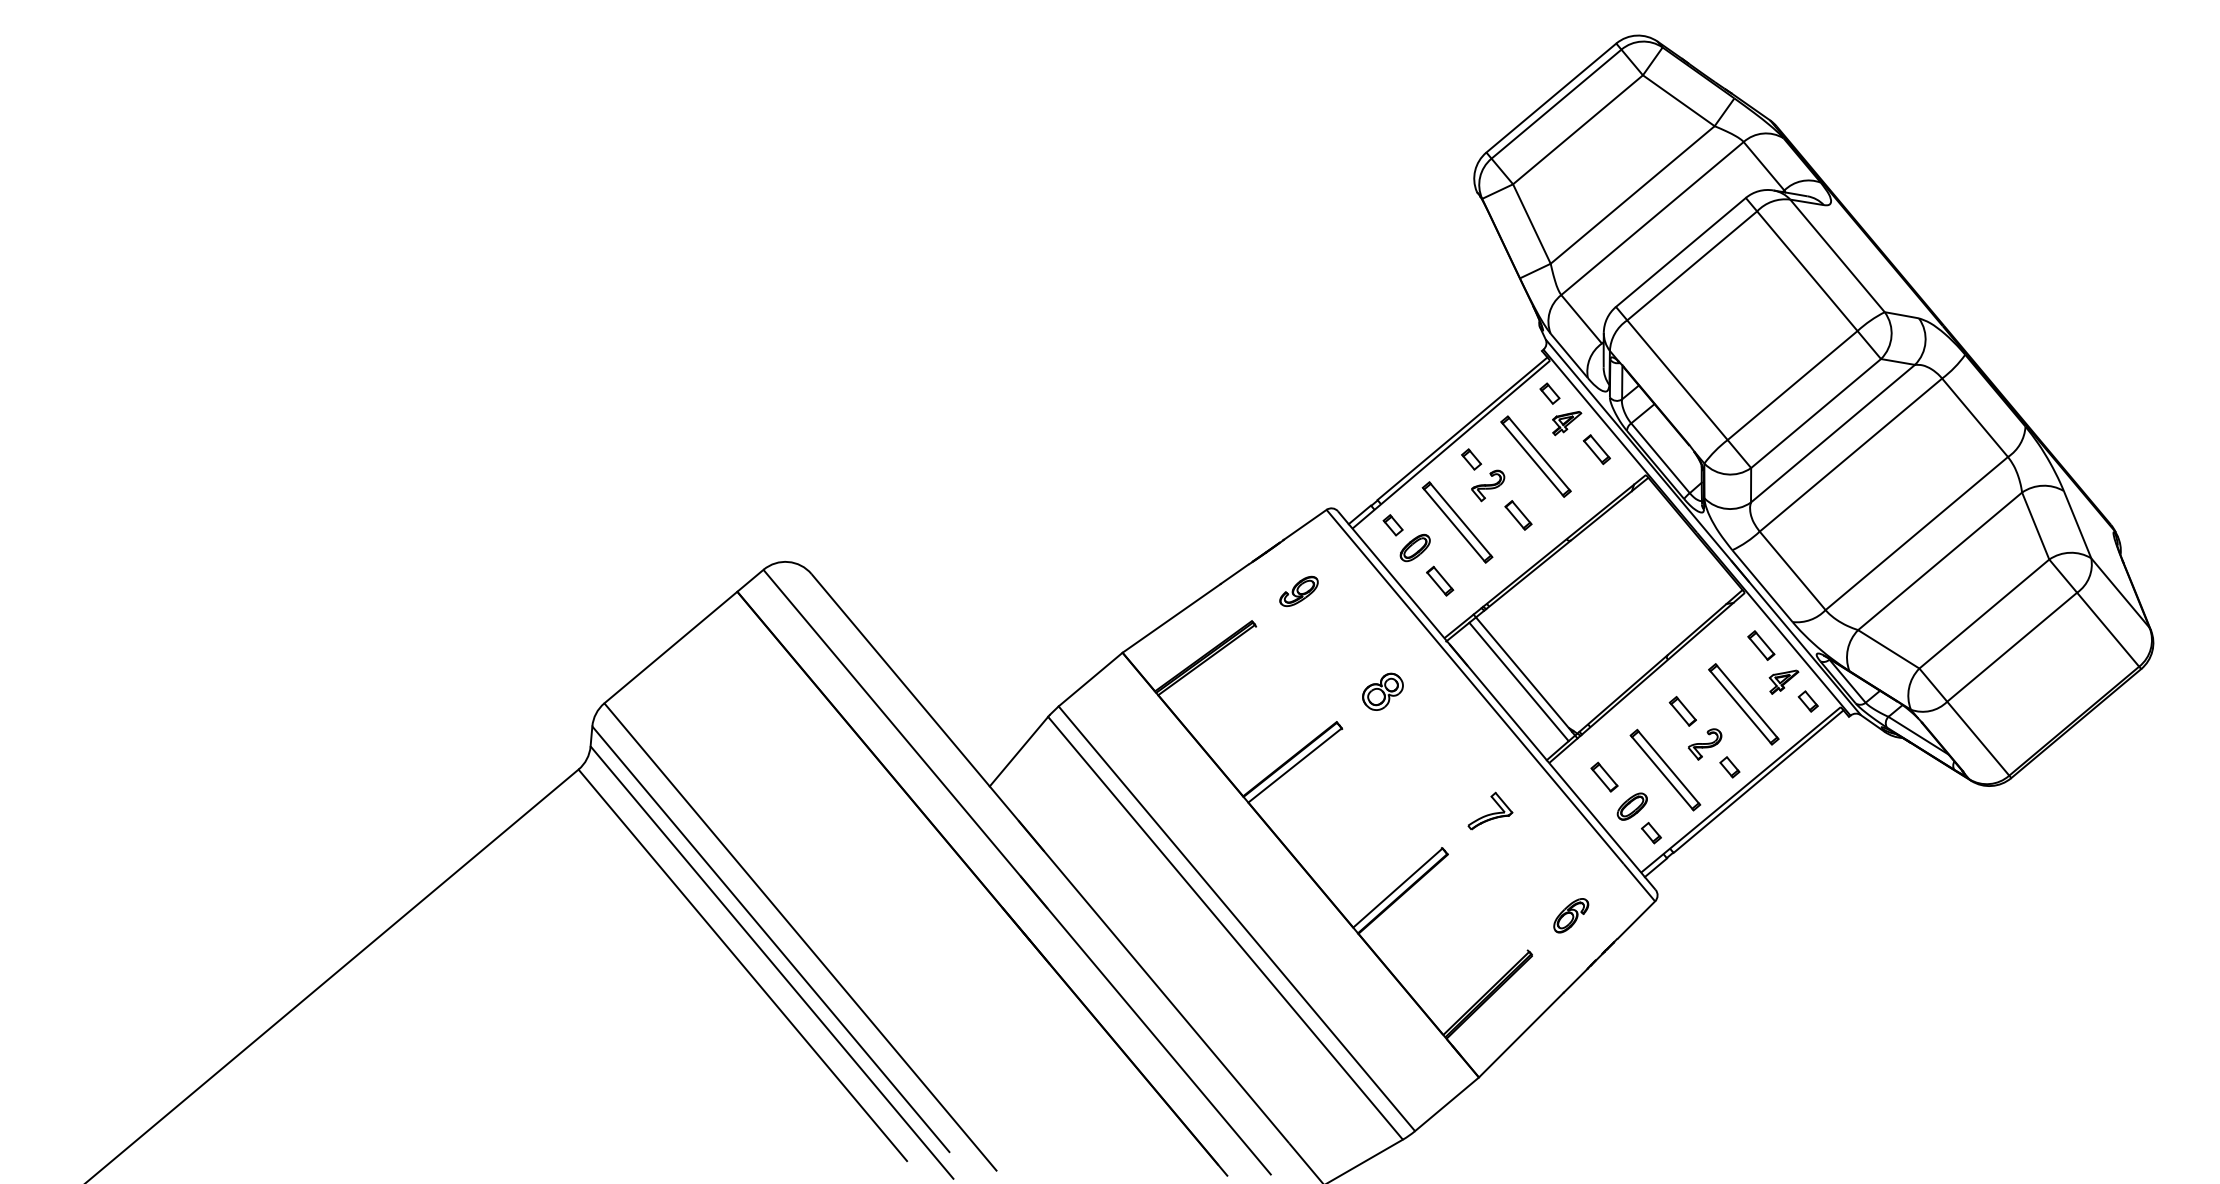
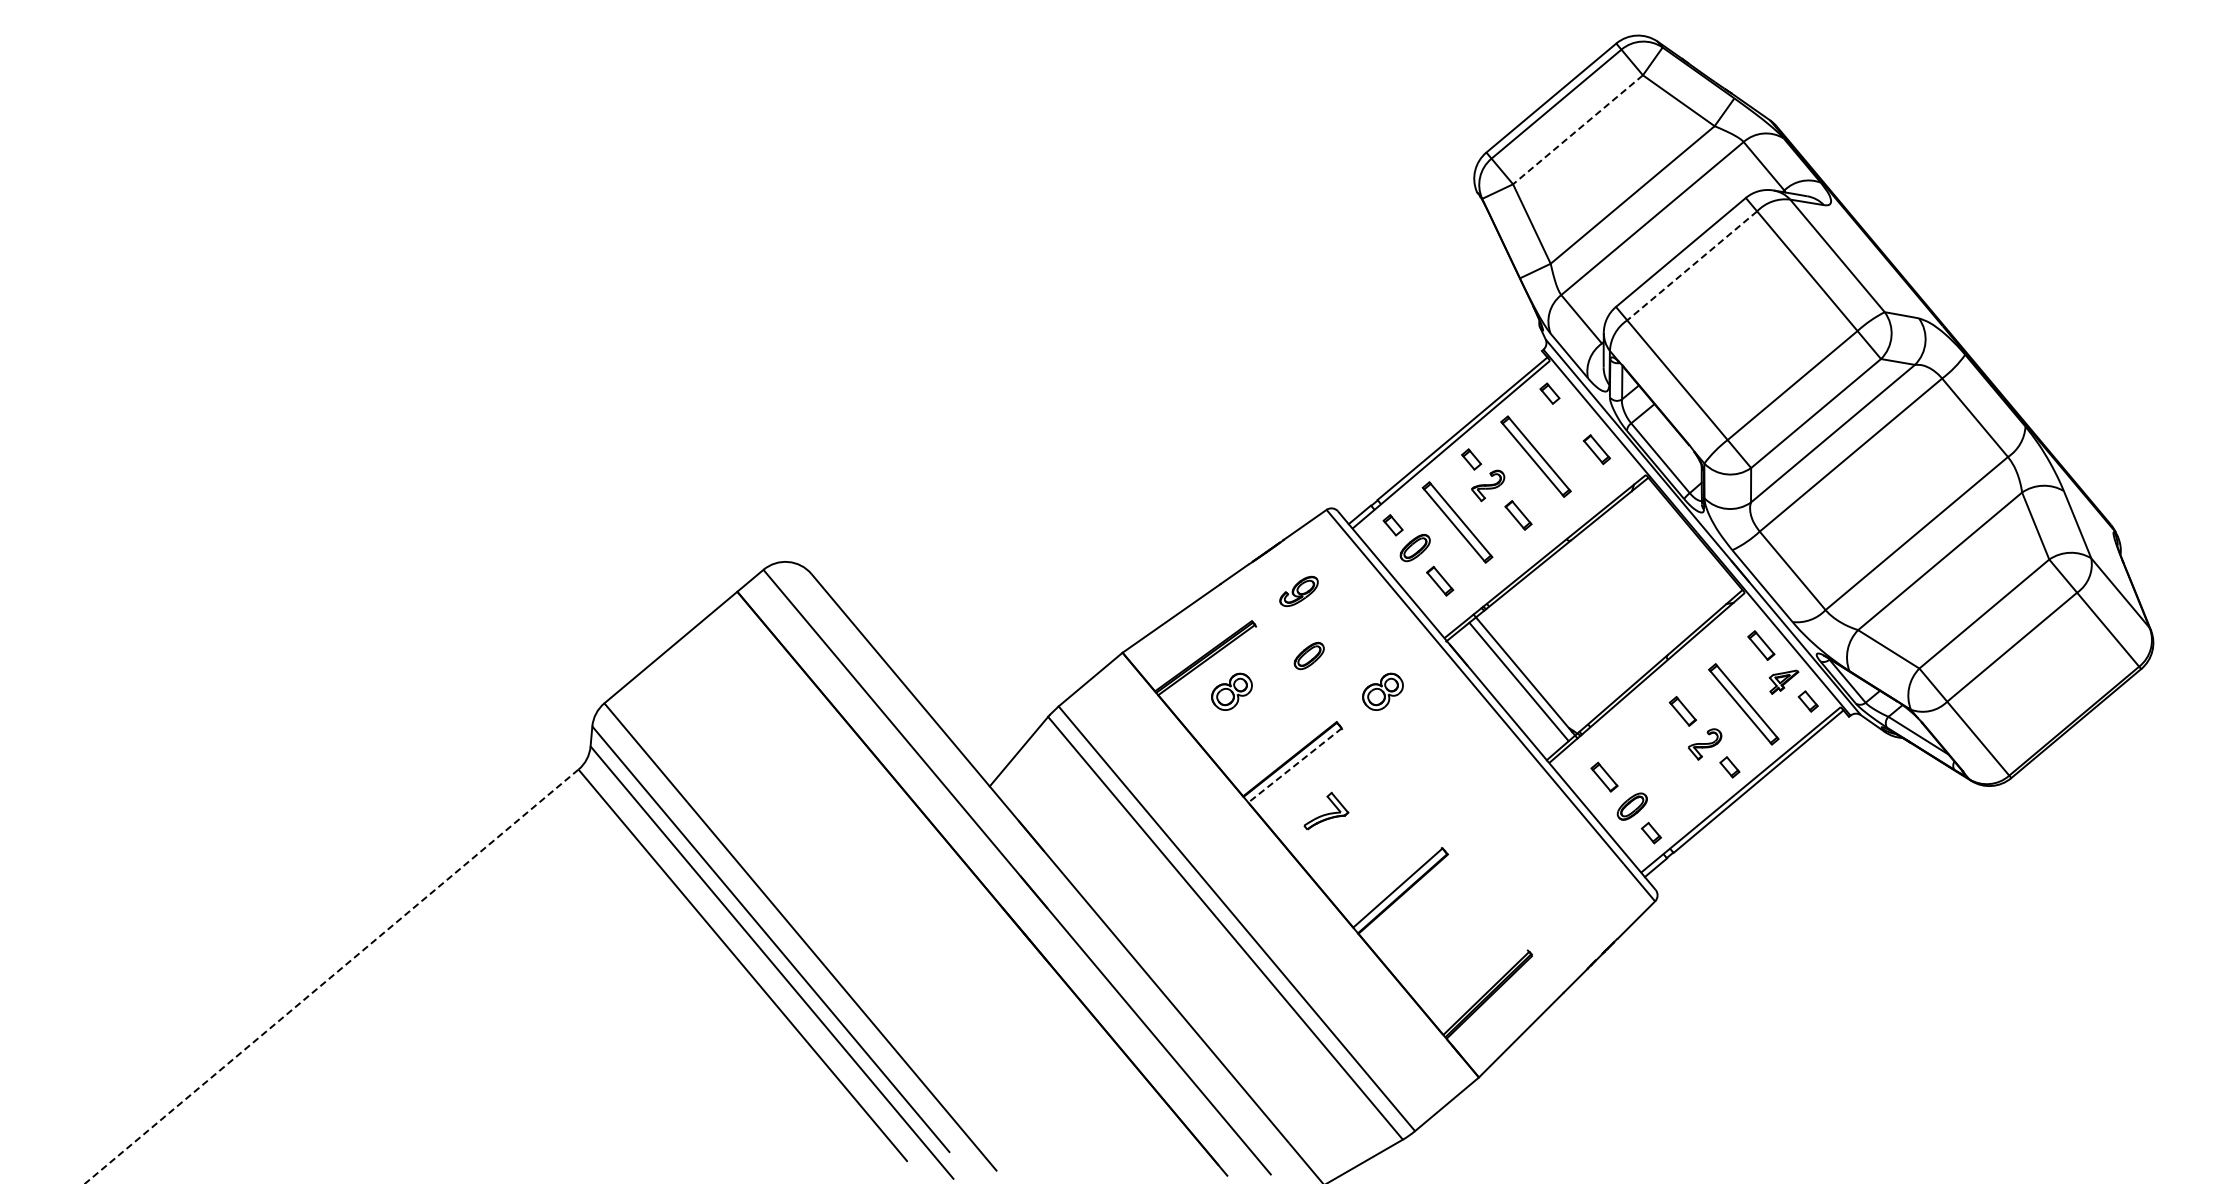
line at (1578, 129): solid -> dashed
line at (1692, 265): solid -> dashed
part at (1567, 423): present -> none
part at (1308, 655): none -> present
part at (1231, 691): none -> present
line at (1295, 765): solid -> dashed
part at (1665, 769): present -> none
part at (1490, 810) position: (1490, 810) -> (1326, 810)
part at (1571, 915): present -> none
line at (331, 976): solid -> dashed
